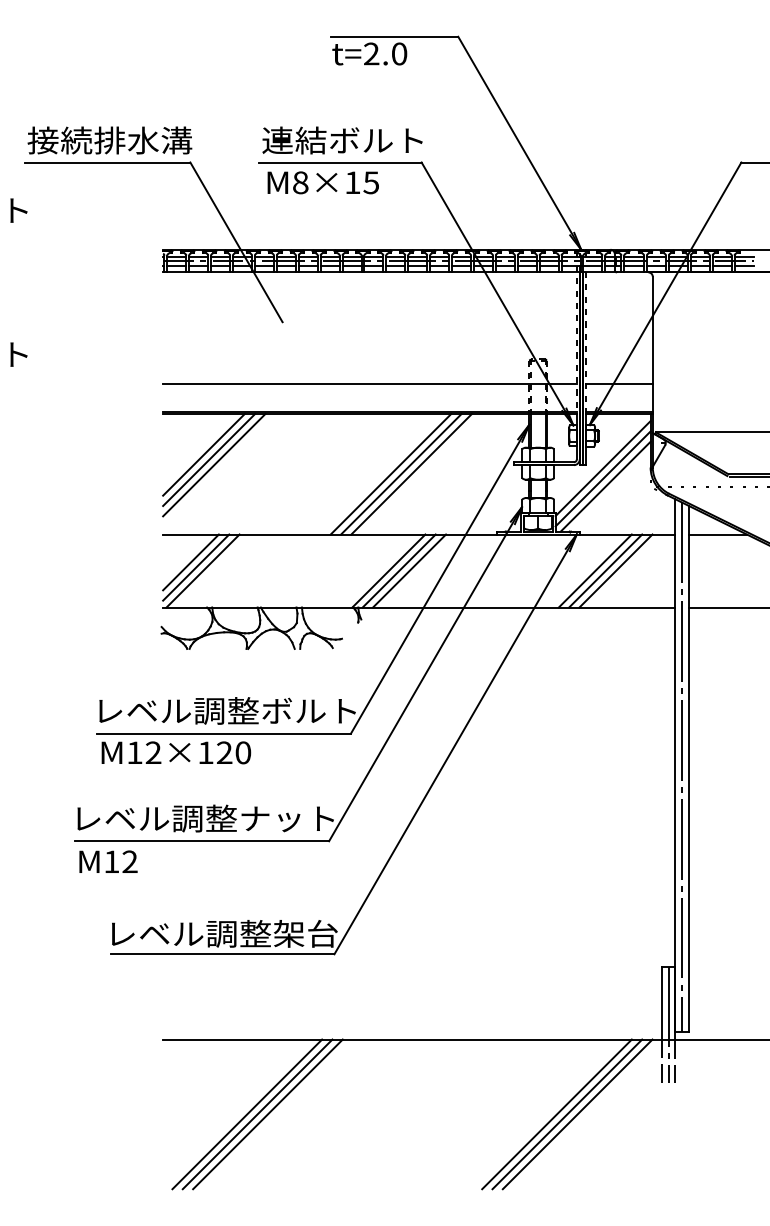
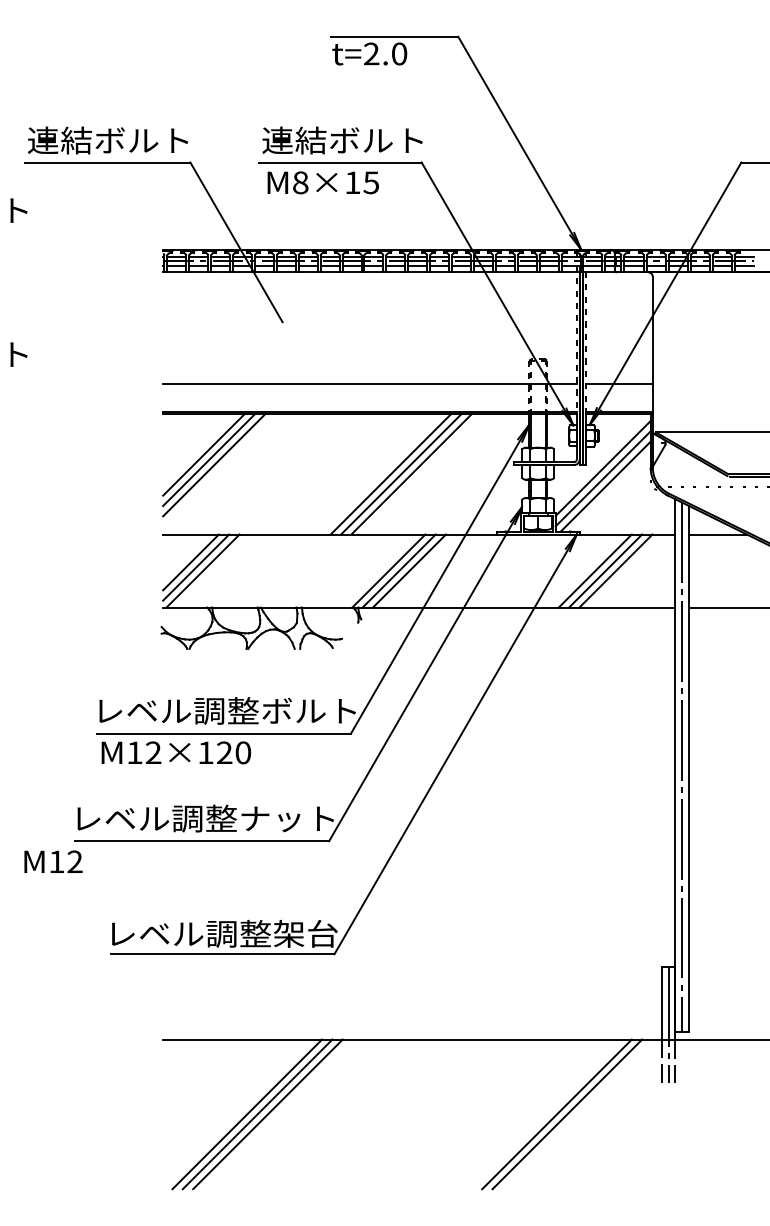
text at (109, 140): 接続排水溝 -> 連結ボルト
text at (108, 861) position: (108, 861) -> (53, 861)
line at (577, 1114): present -> none
